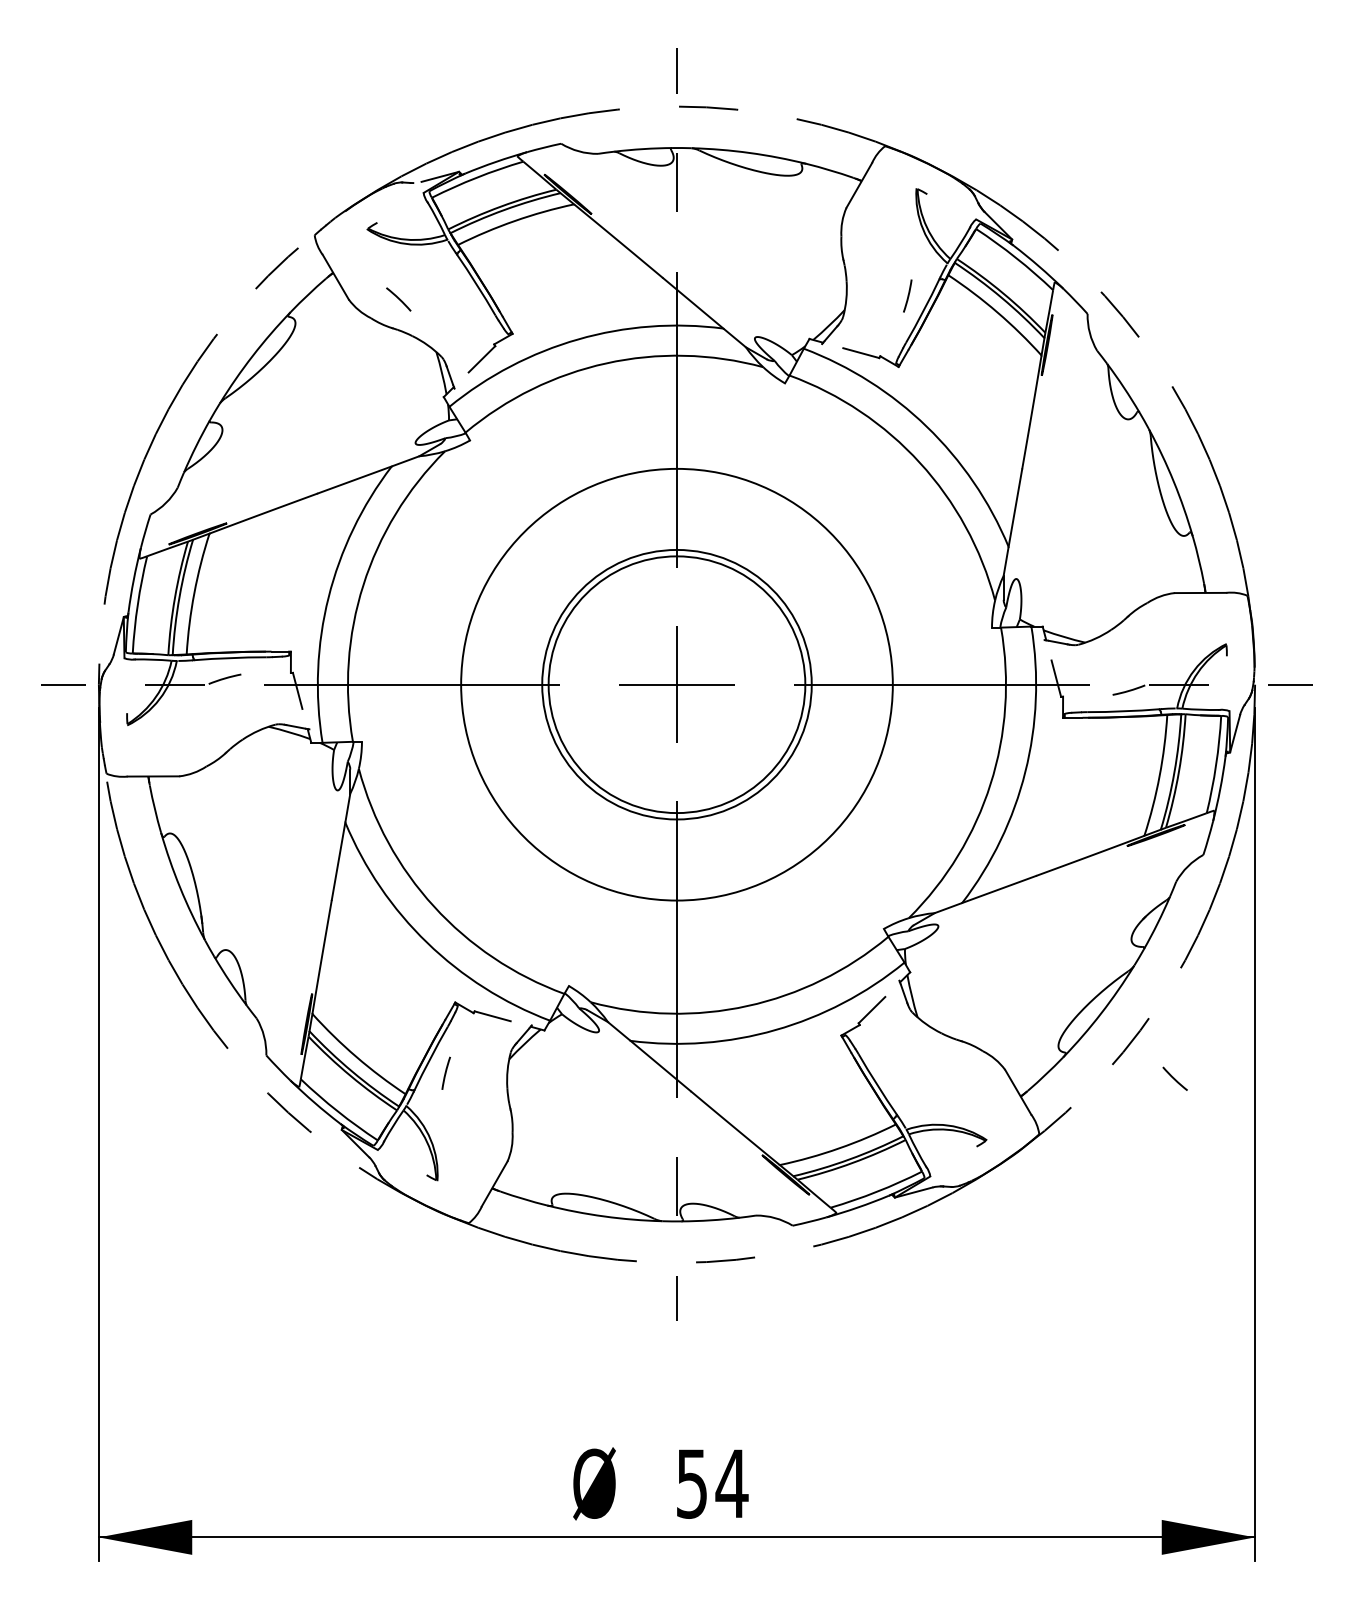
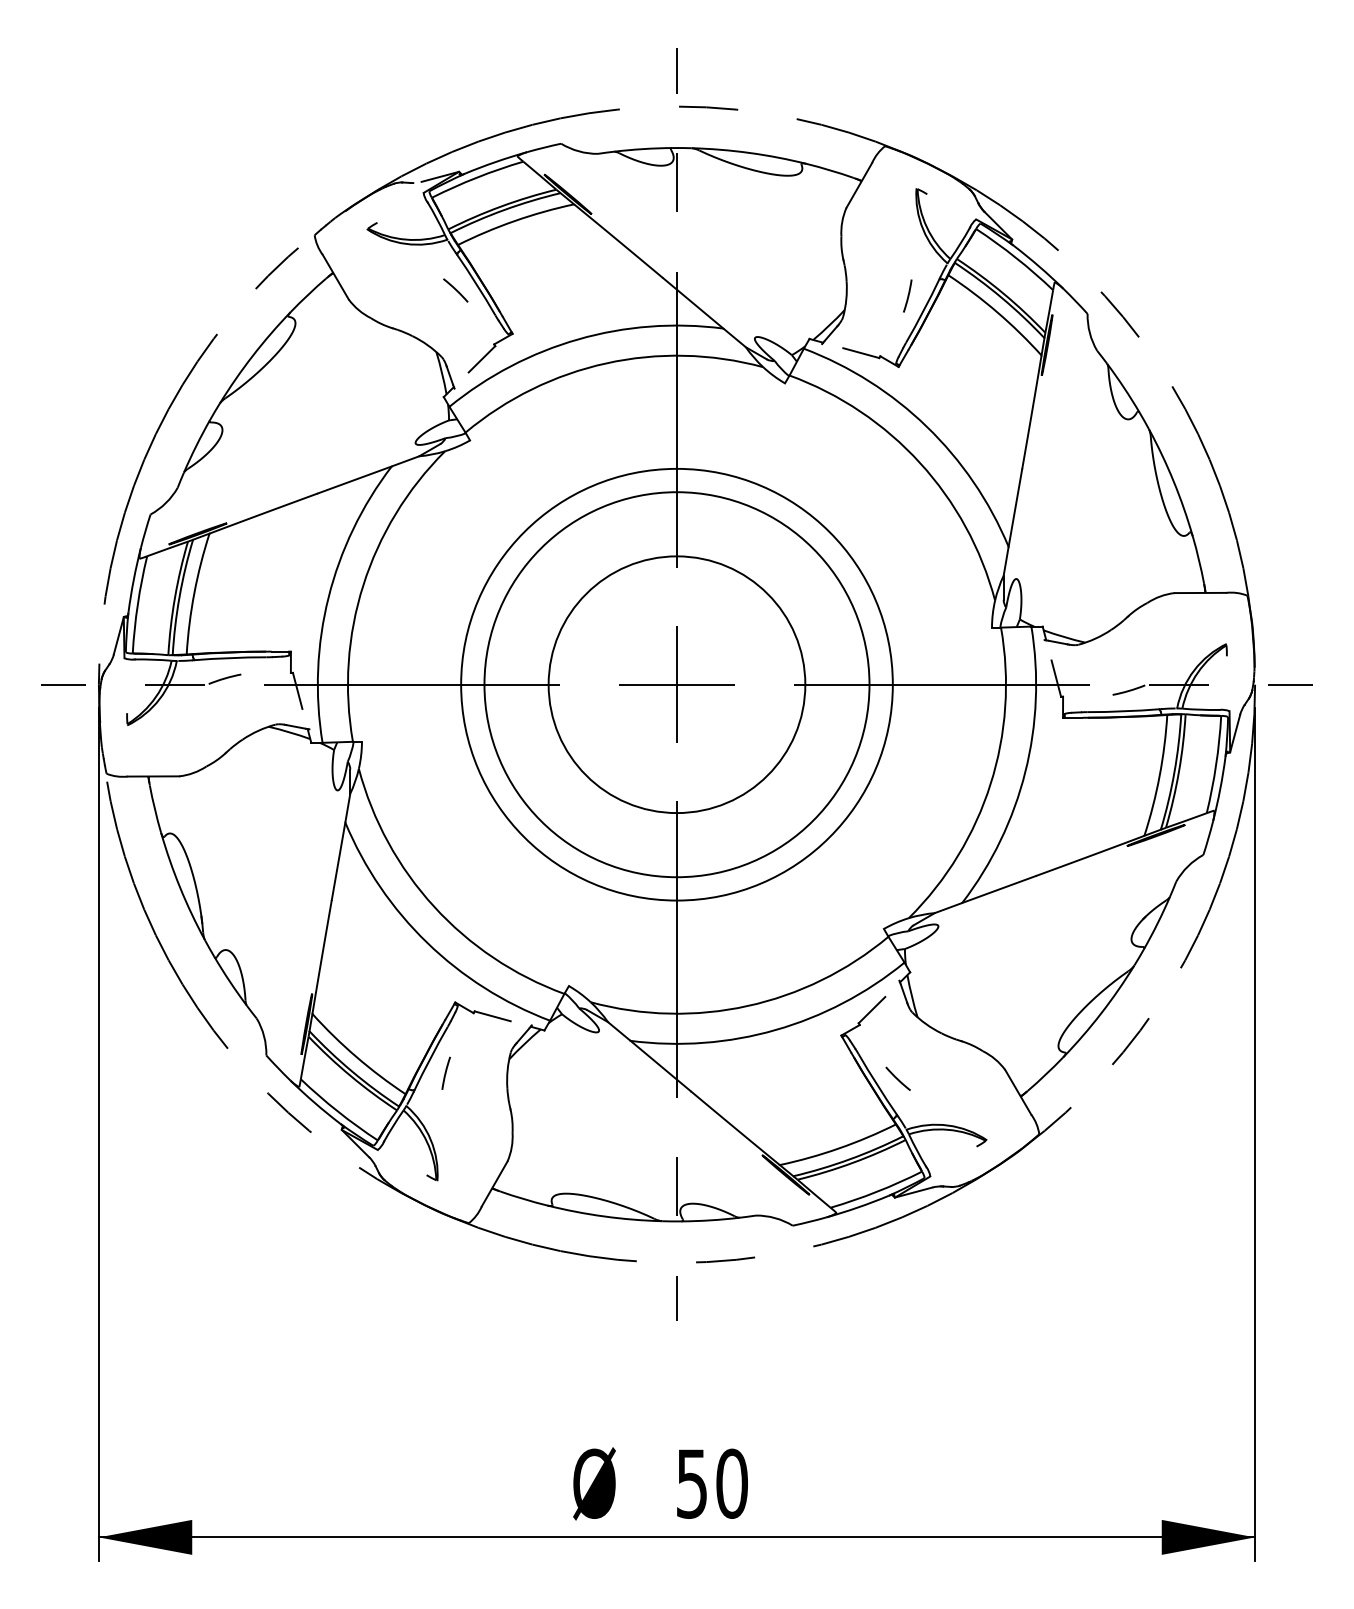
line at (398, 299) position: (398, 299) -> (455, 290)
circle at (676, 684) diameter: 270 px -> 385 px
line at (1174, 1078) position: (1174, 1078) -> (897, 1078)
text at (731, 1483): 54 -> 50
